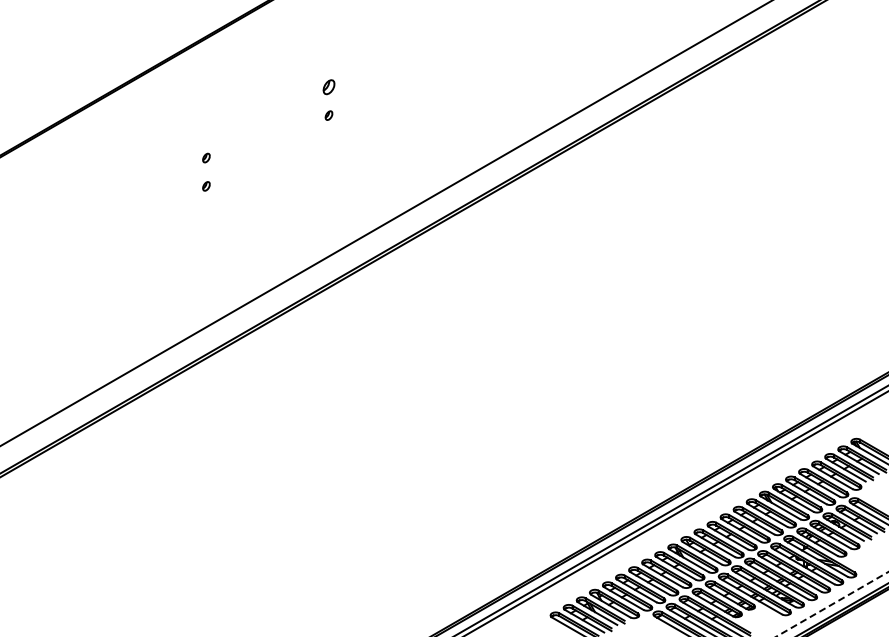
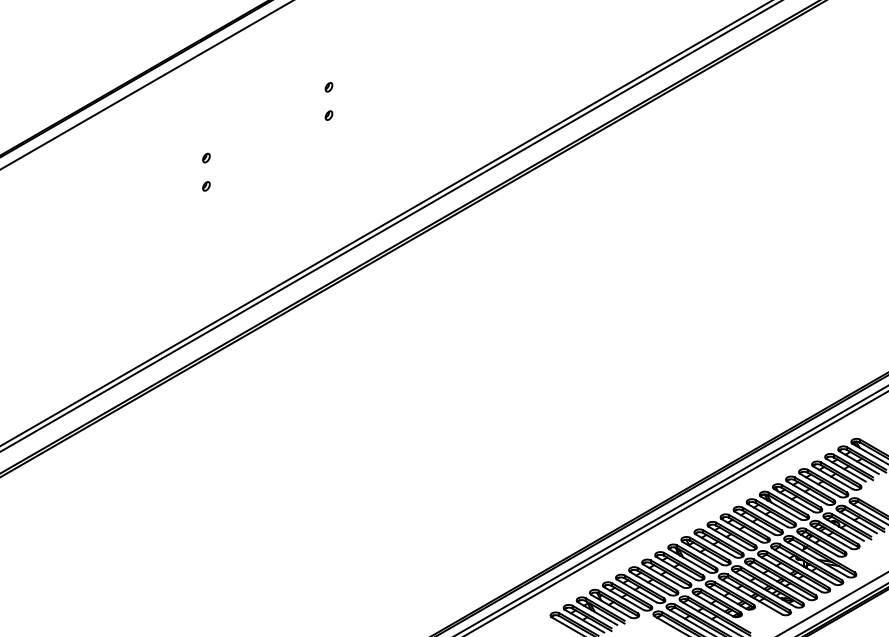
line at (146, 85): none -> present
part at (328, 87) size: 14x17 px -> 10x11 px
line at (390, 226): none -> present
line at (832, 604): dashed -> solid
